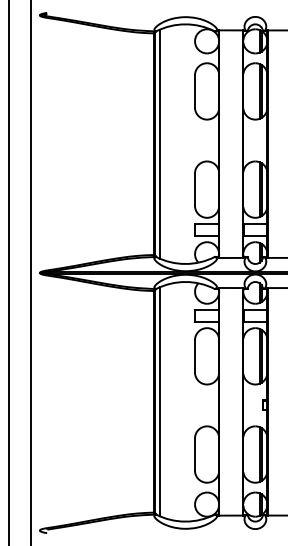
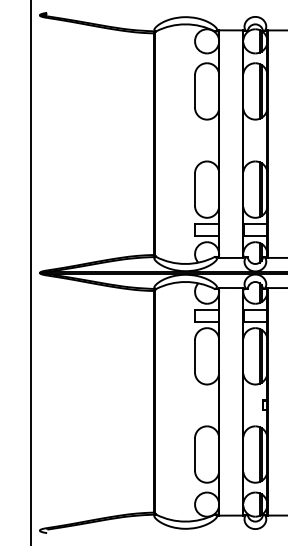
line at (159, 143): present -> none
line at (8, 272): present -> none
line at (159, 401): present -> none
